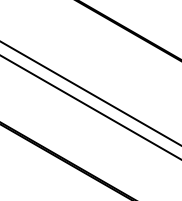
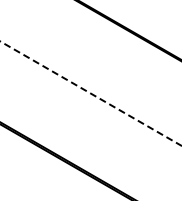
line at (90, 93): solid -> dashed
line at (90, 106): present -> none
